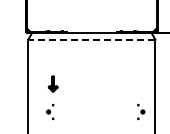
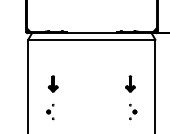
line at (91, 39): dashed -> solid
part at (130, 83): none -> present
part at (141, 111) position: (141, 111) -> (133, 111)
